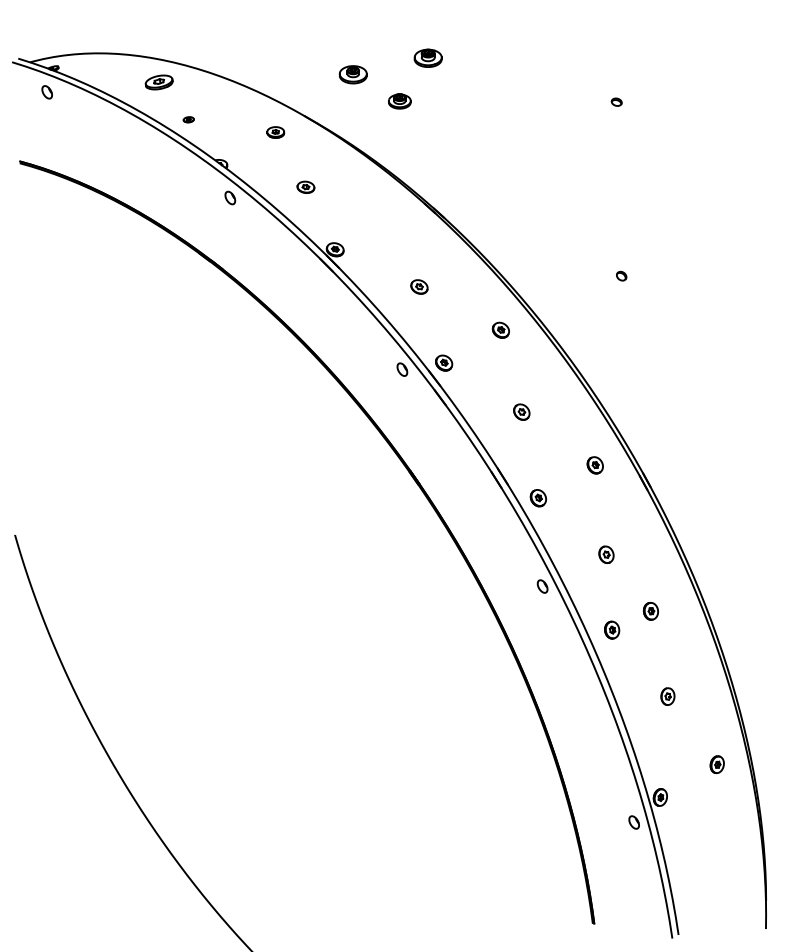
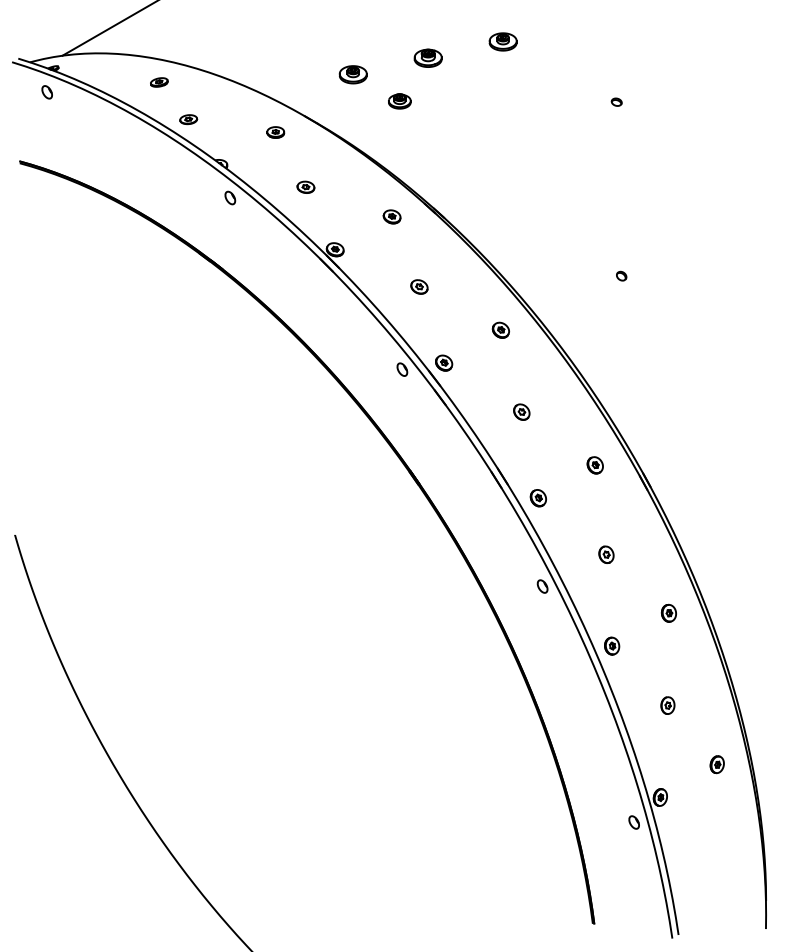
line at (108, 28): none -> present
part at (502, 41): none -> present
part at (158, 82) size: 30x17 px -> 19x11 px
part at (188, 119) size: 13x8 px -> 20x12 px
part at (391, 216): none -> present
part at (650, 610) position: (650, 610) -> (668, 612)
part at (612, 629) position: (612, 629) -> (612, 645)
part at (667, 696) position: (667, 696) -> (667, 705)
